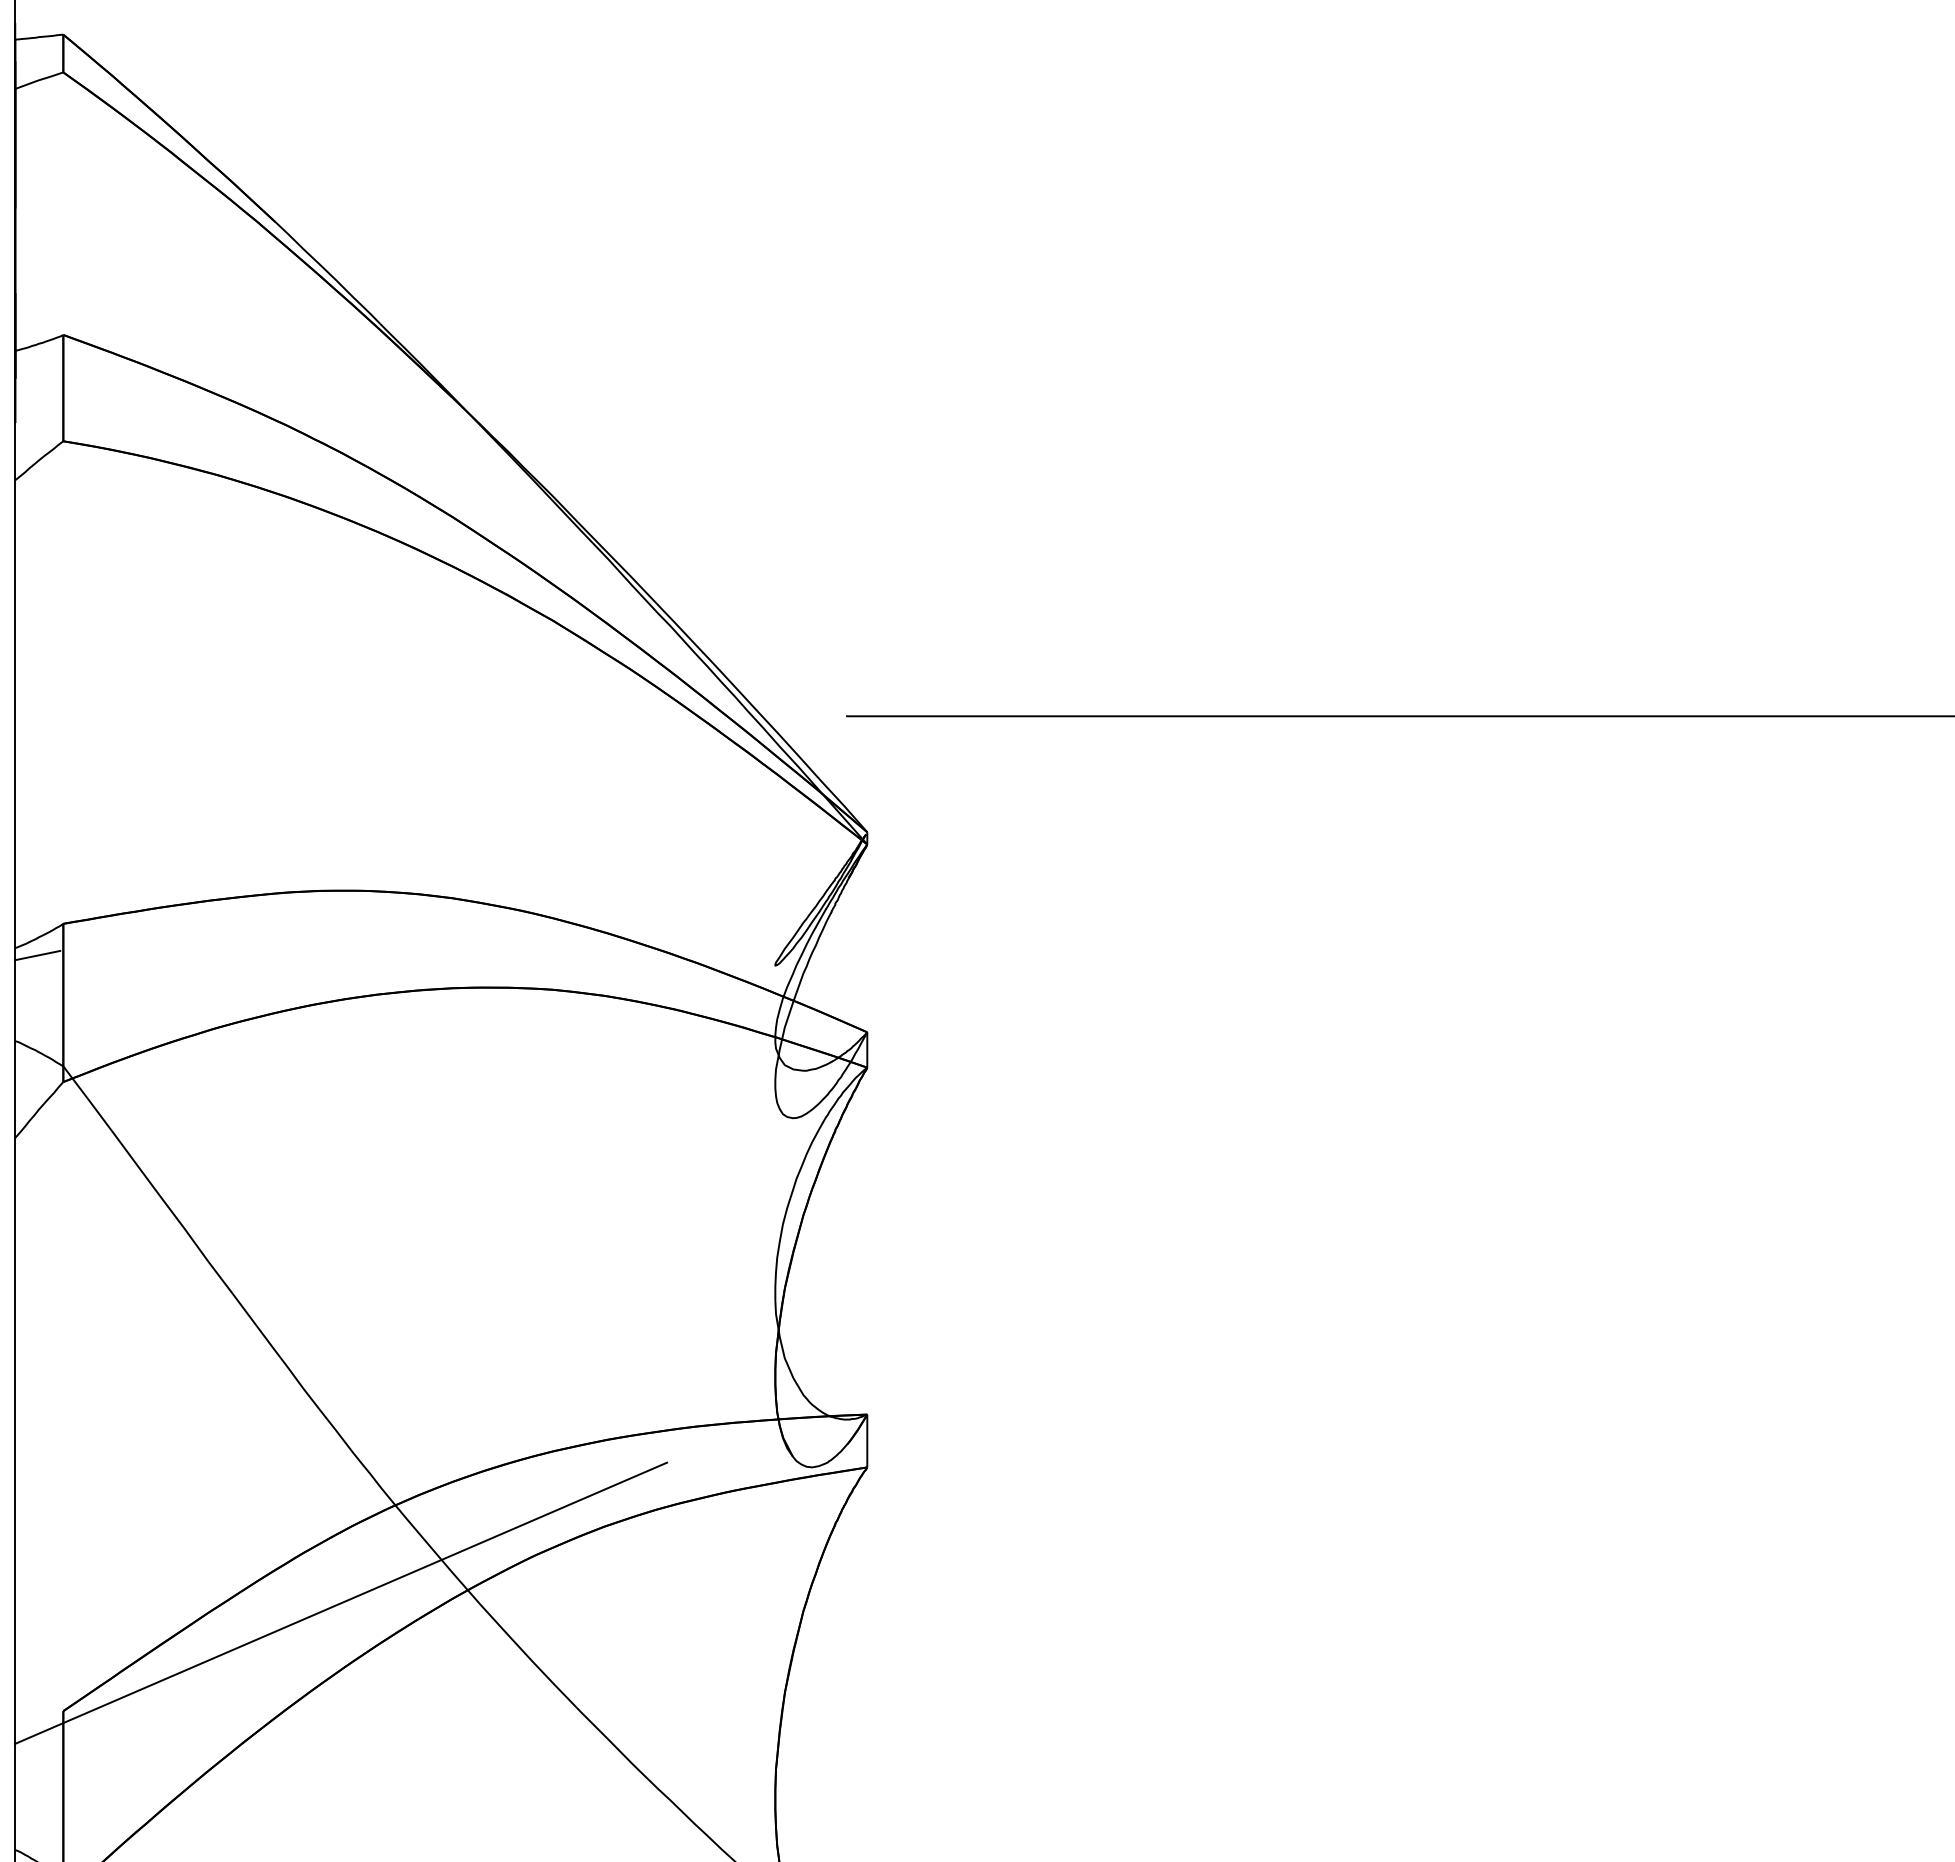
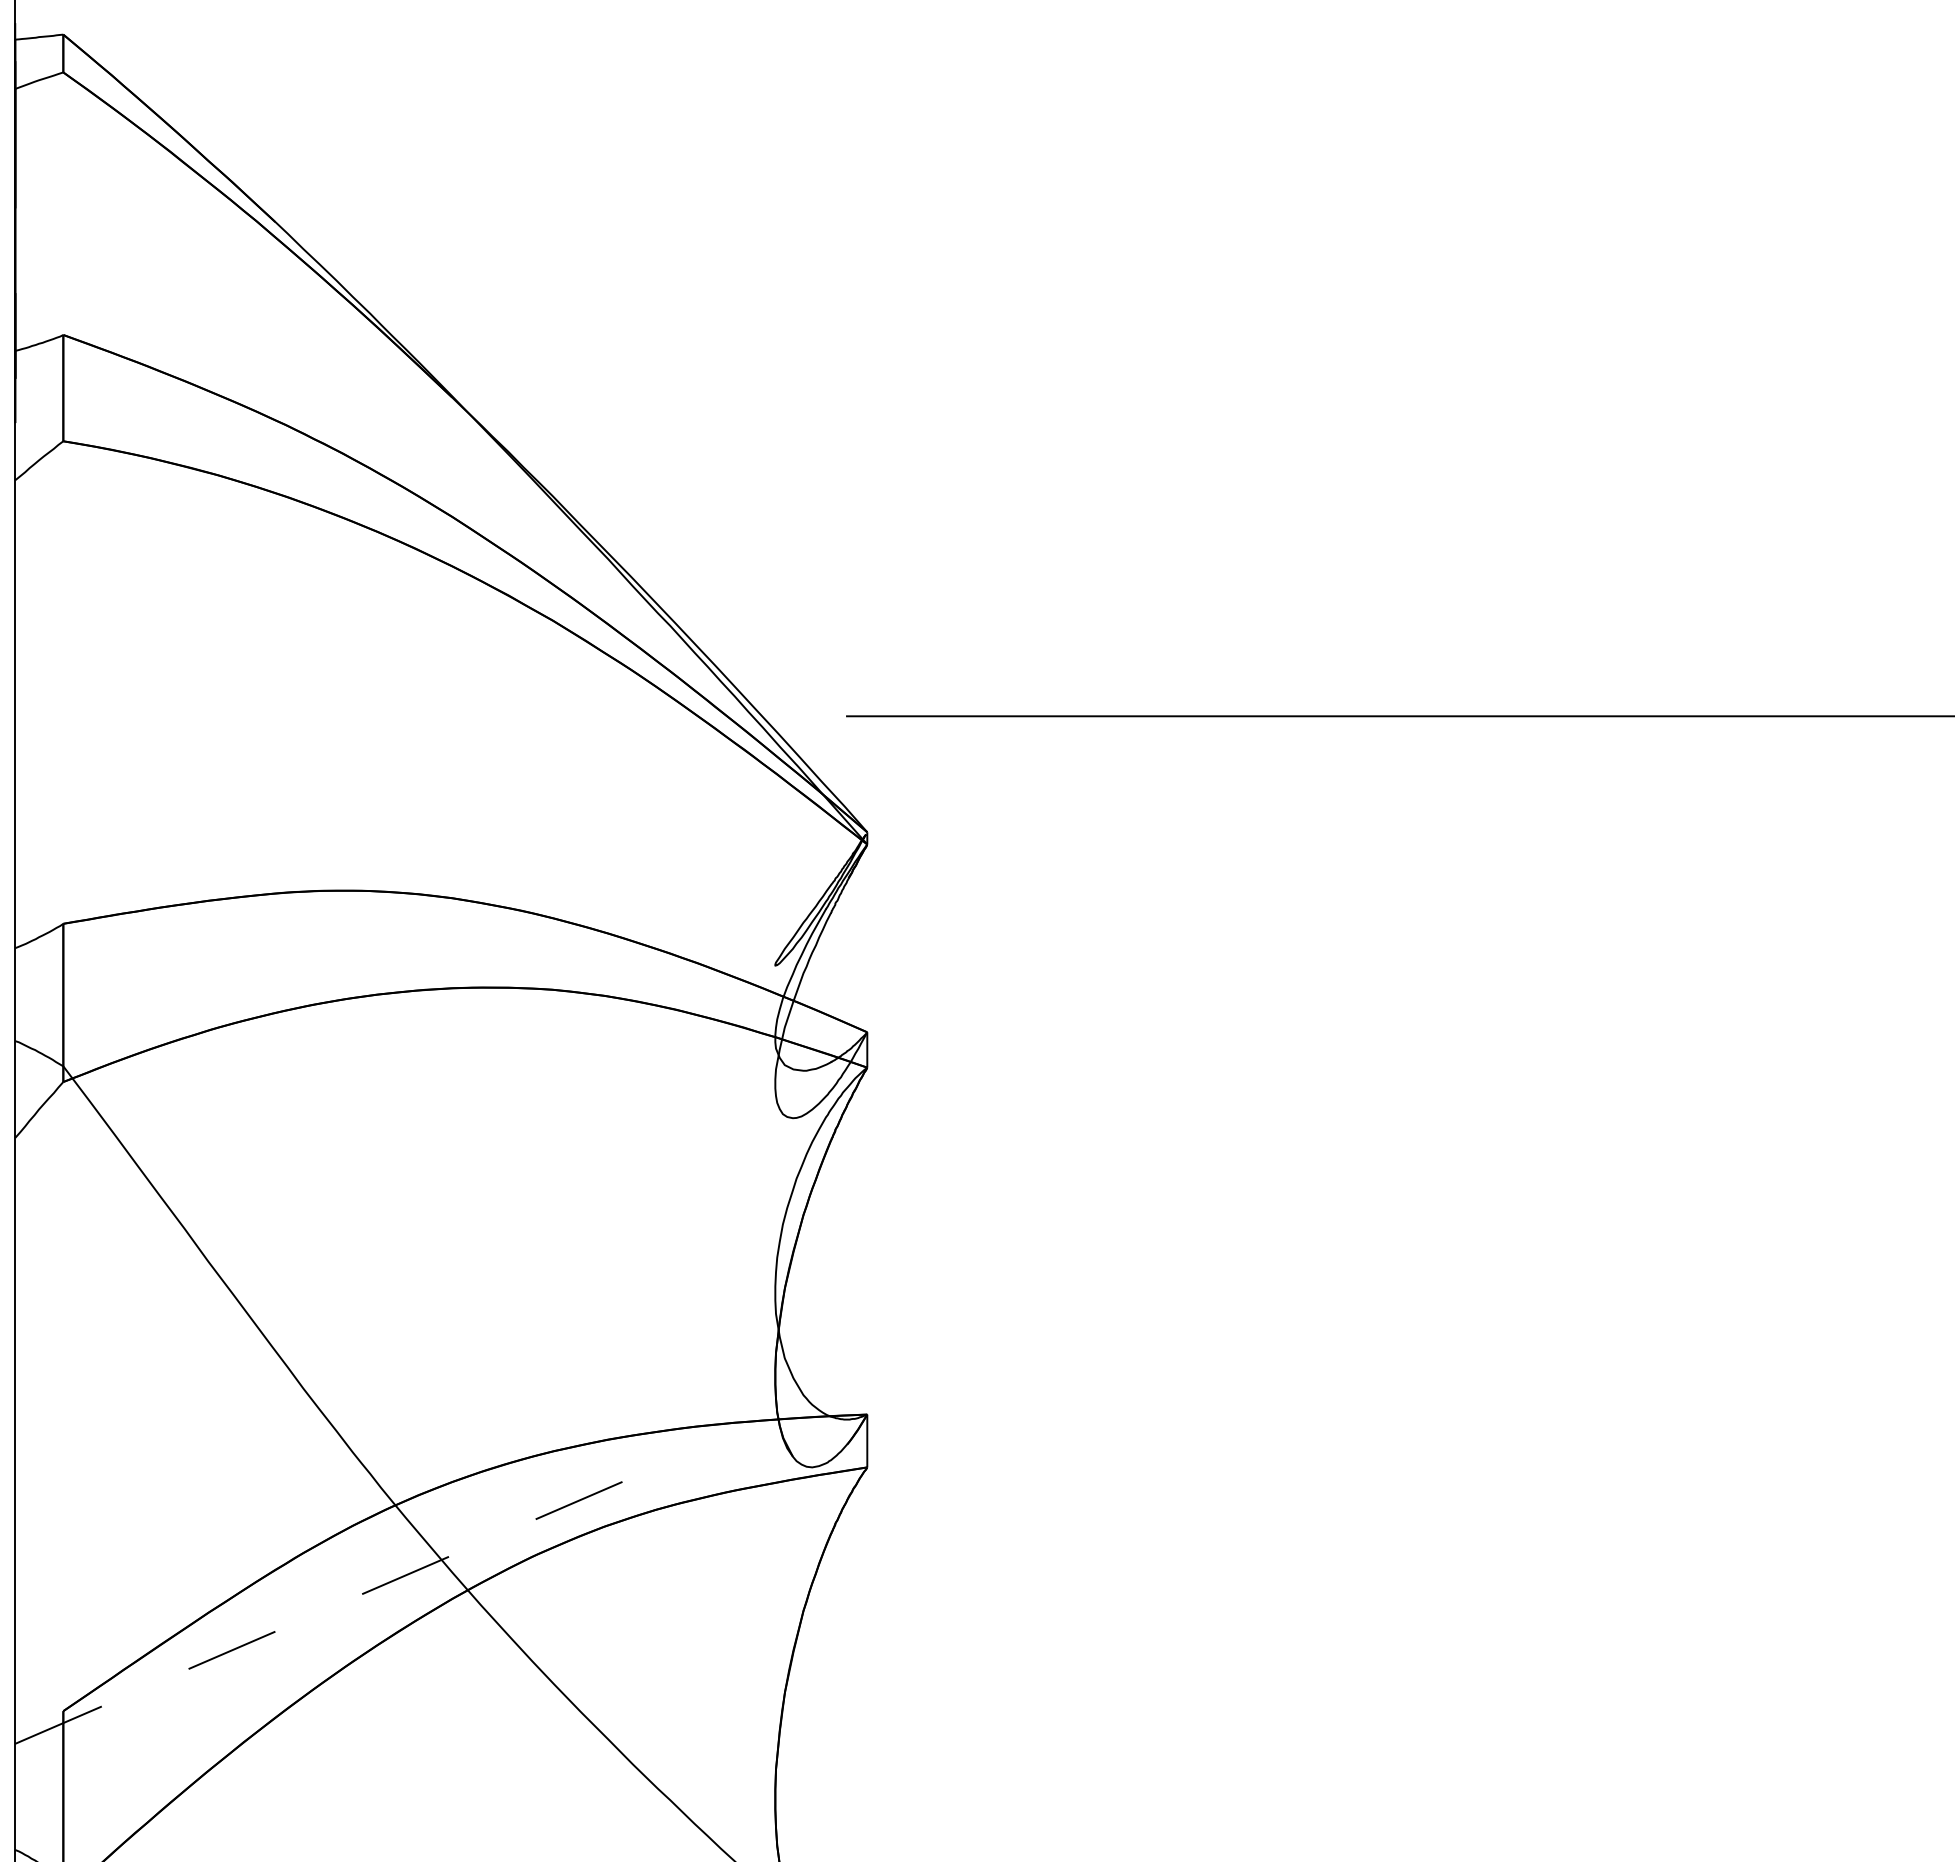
line at (37, 955): present -> none
line at (341, 1603): solid -> dashed
